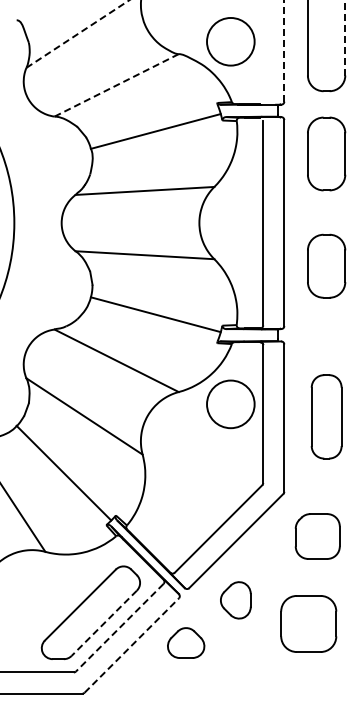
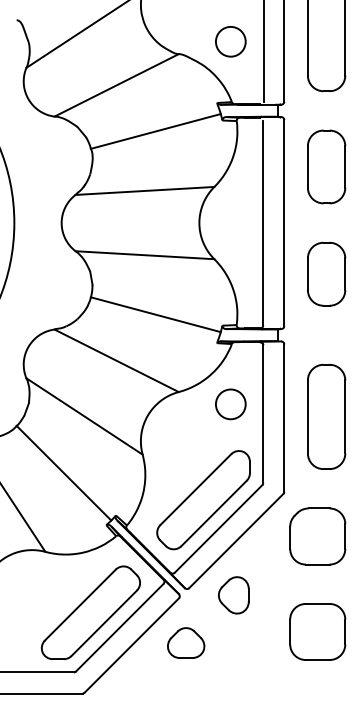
line at (77, 34): dashed -> solid
line at (345, 37): dashed -> solid
circle at (230, 41) diameter: 48 px -> 30 px
line at (263, 51): none -> present
line at (284, 51): dashed -> solid
line at (116, 85): dashed -> solid
part at (326, 153) position: (326, 153) -> (326, 166)
part at (326, 265) position: (326, 265) -> (326, 273)
circle at (230, 404) diameter: 48 px -> 30 px
part at (326, 416) size: 33x86 px -> 40x107 px
part at (203, 500): none -> present
part at (317, 536) size: 47x47 px -> 58x59 px
part at (235, 600) position: (235, 600) -> (233, 595)
line at (103, 623): dashed -> solid
part at (308, 623) position: (308, 623) -> (317, 631)
line at (119, 627): dashed -> solid
line at (131, 645): dashed -> solid
